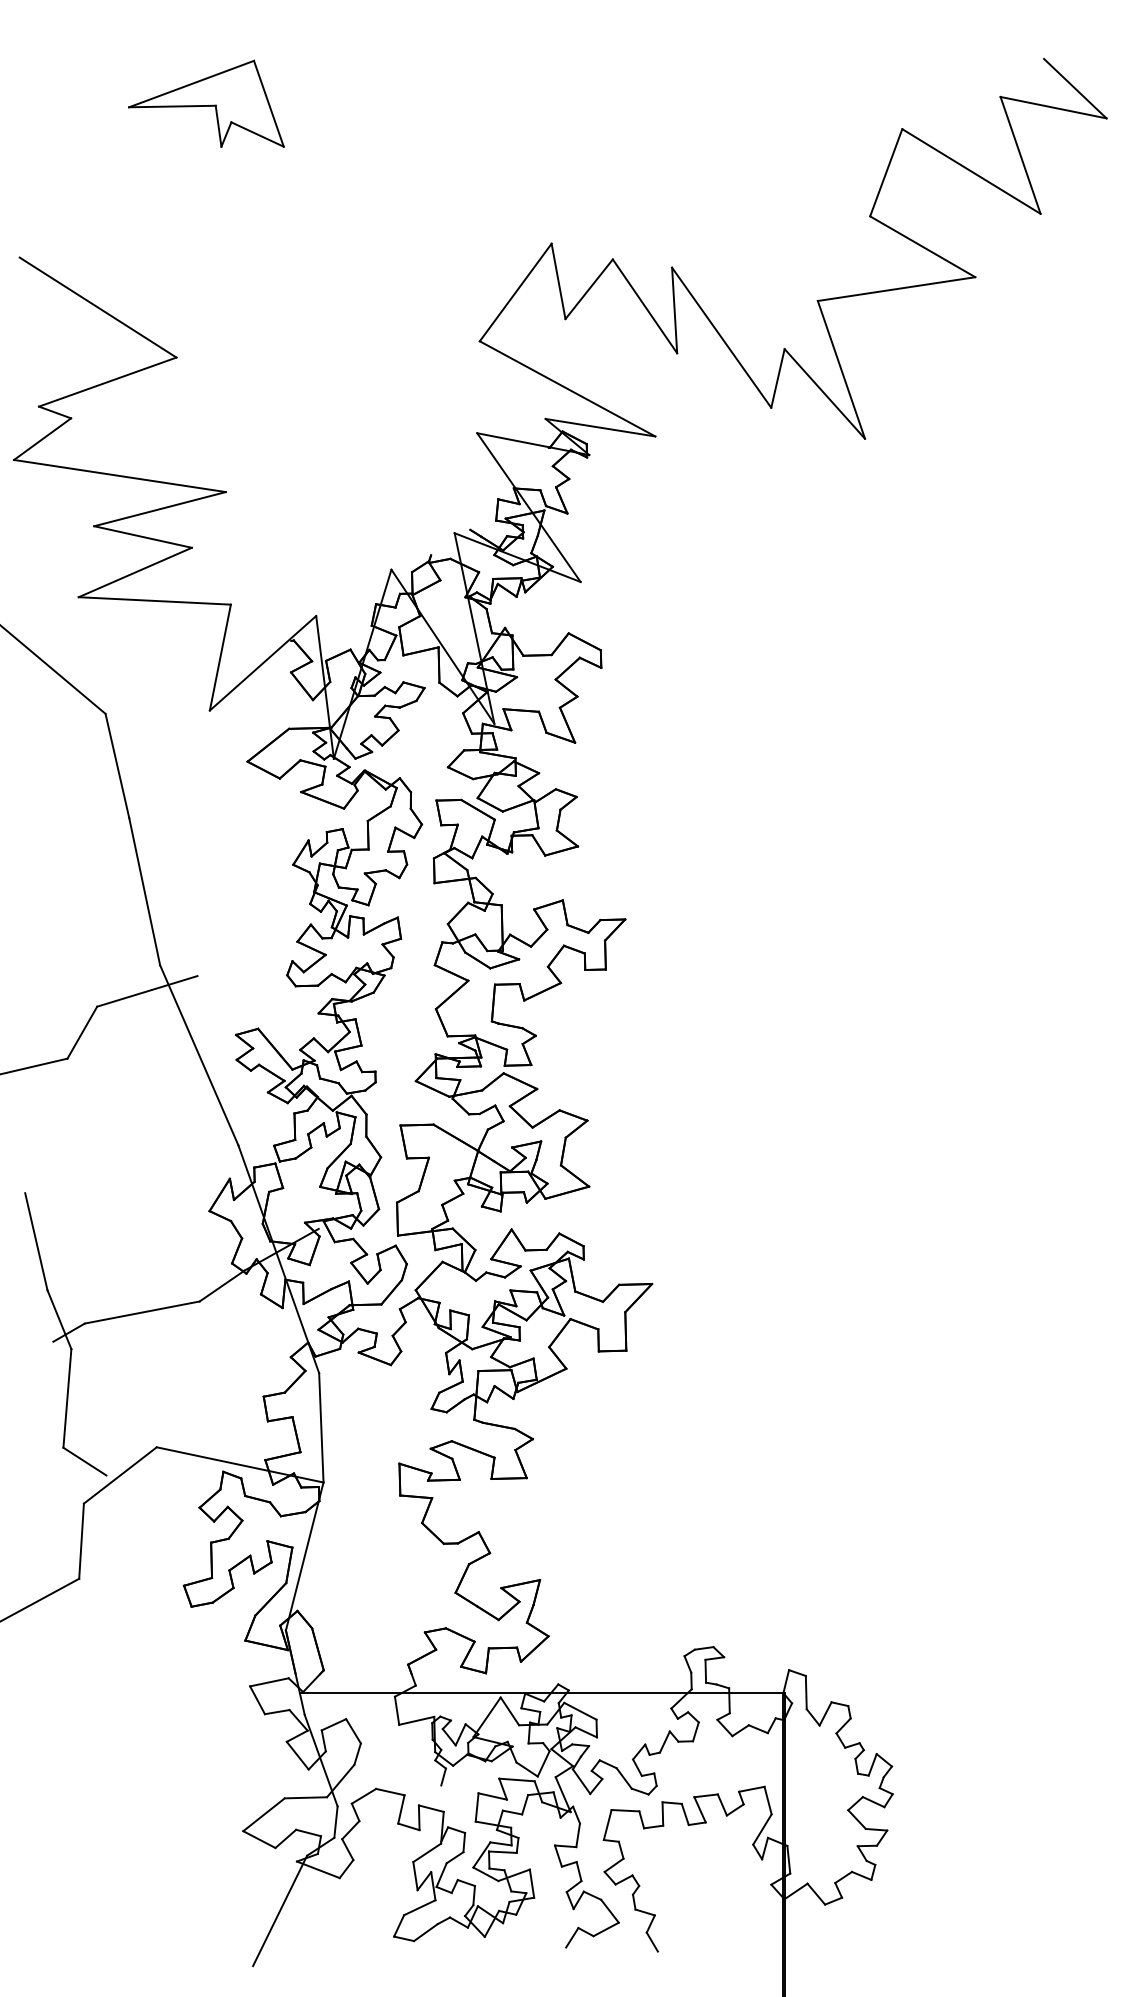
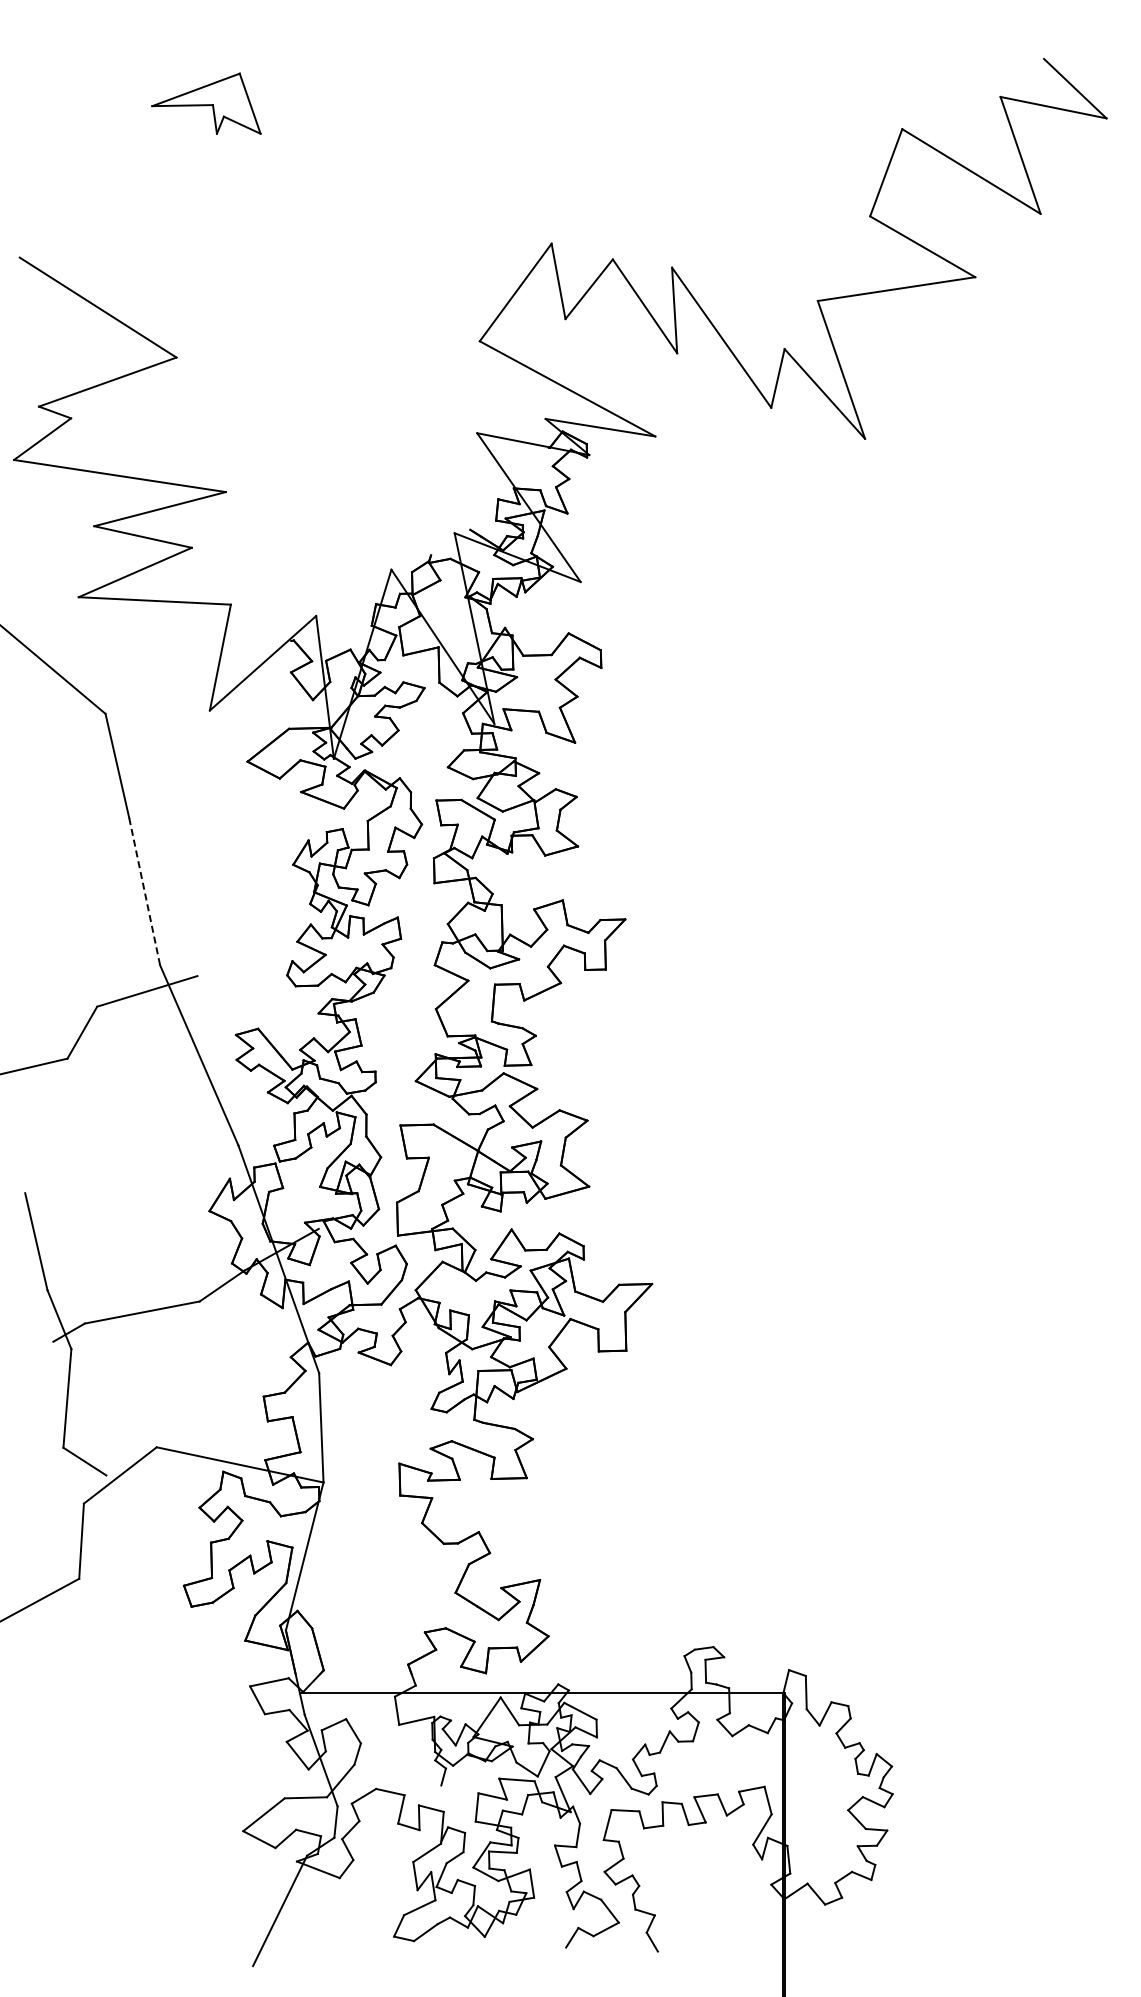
part at (206, 103) size: 157x89 px -> 111x63 px
line at (144, 892): solid -> dashed
